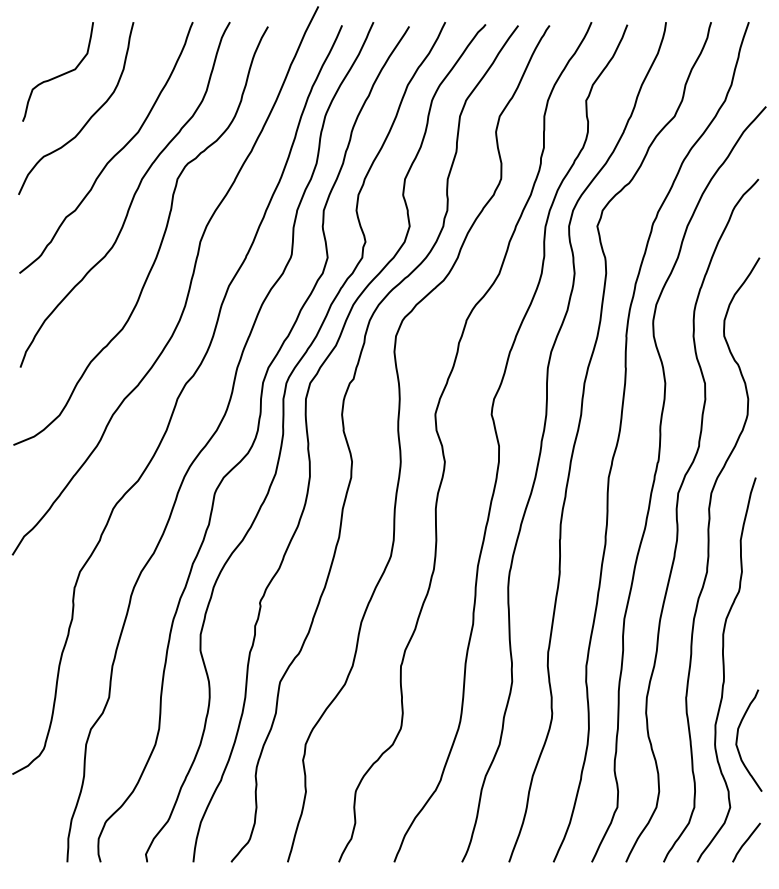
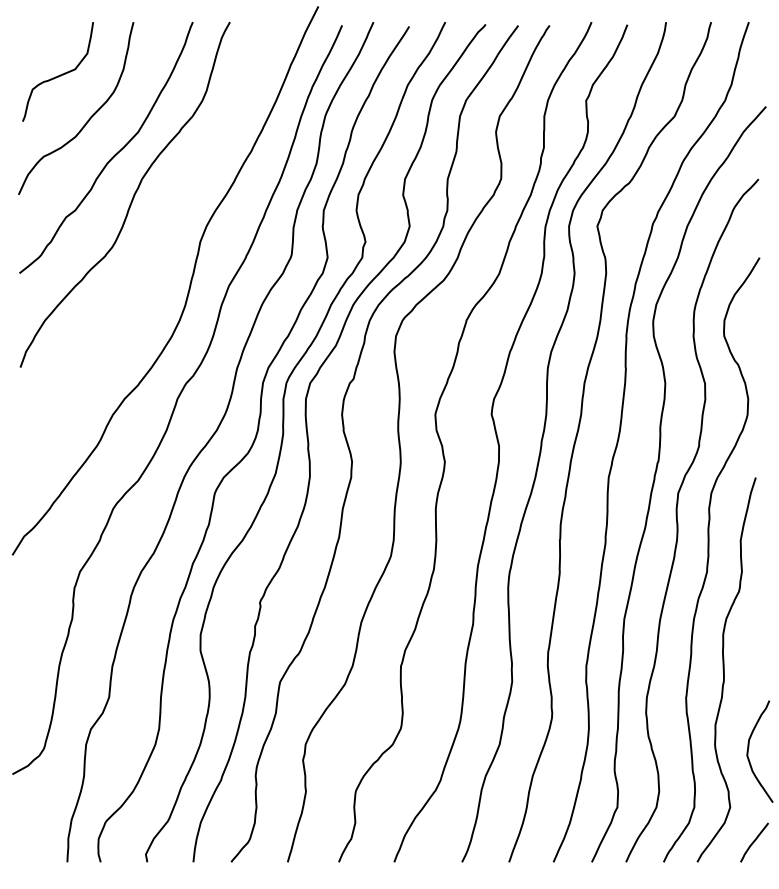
curve at (160, 242): present -> none
curve at (738, 736) position: (738, 736) -> (749, 747)
curve at (746, 842) position: (746, 842) -> (754, 842)
